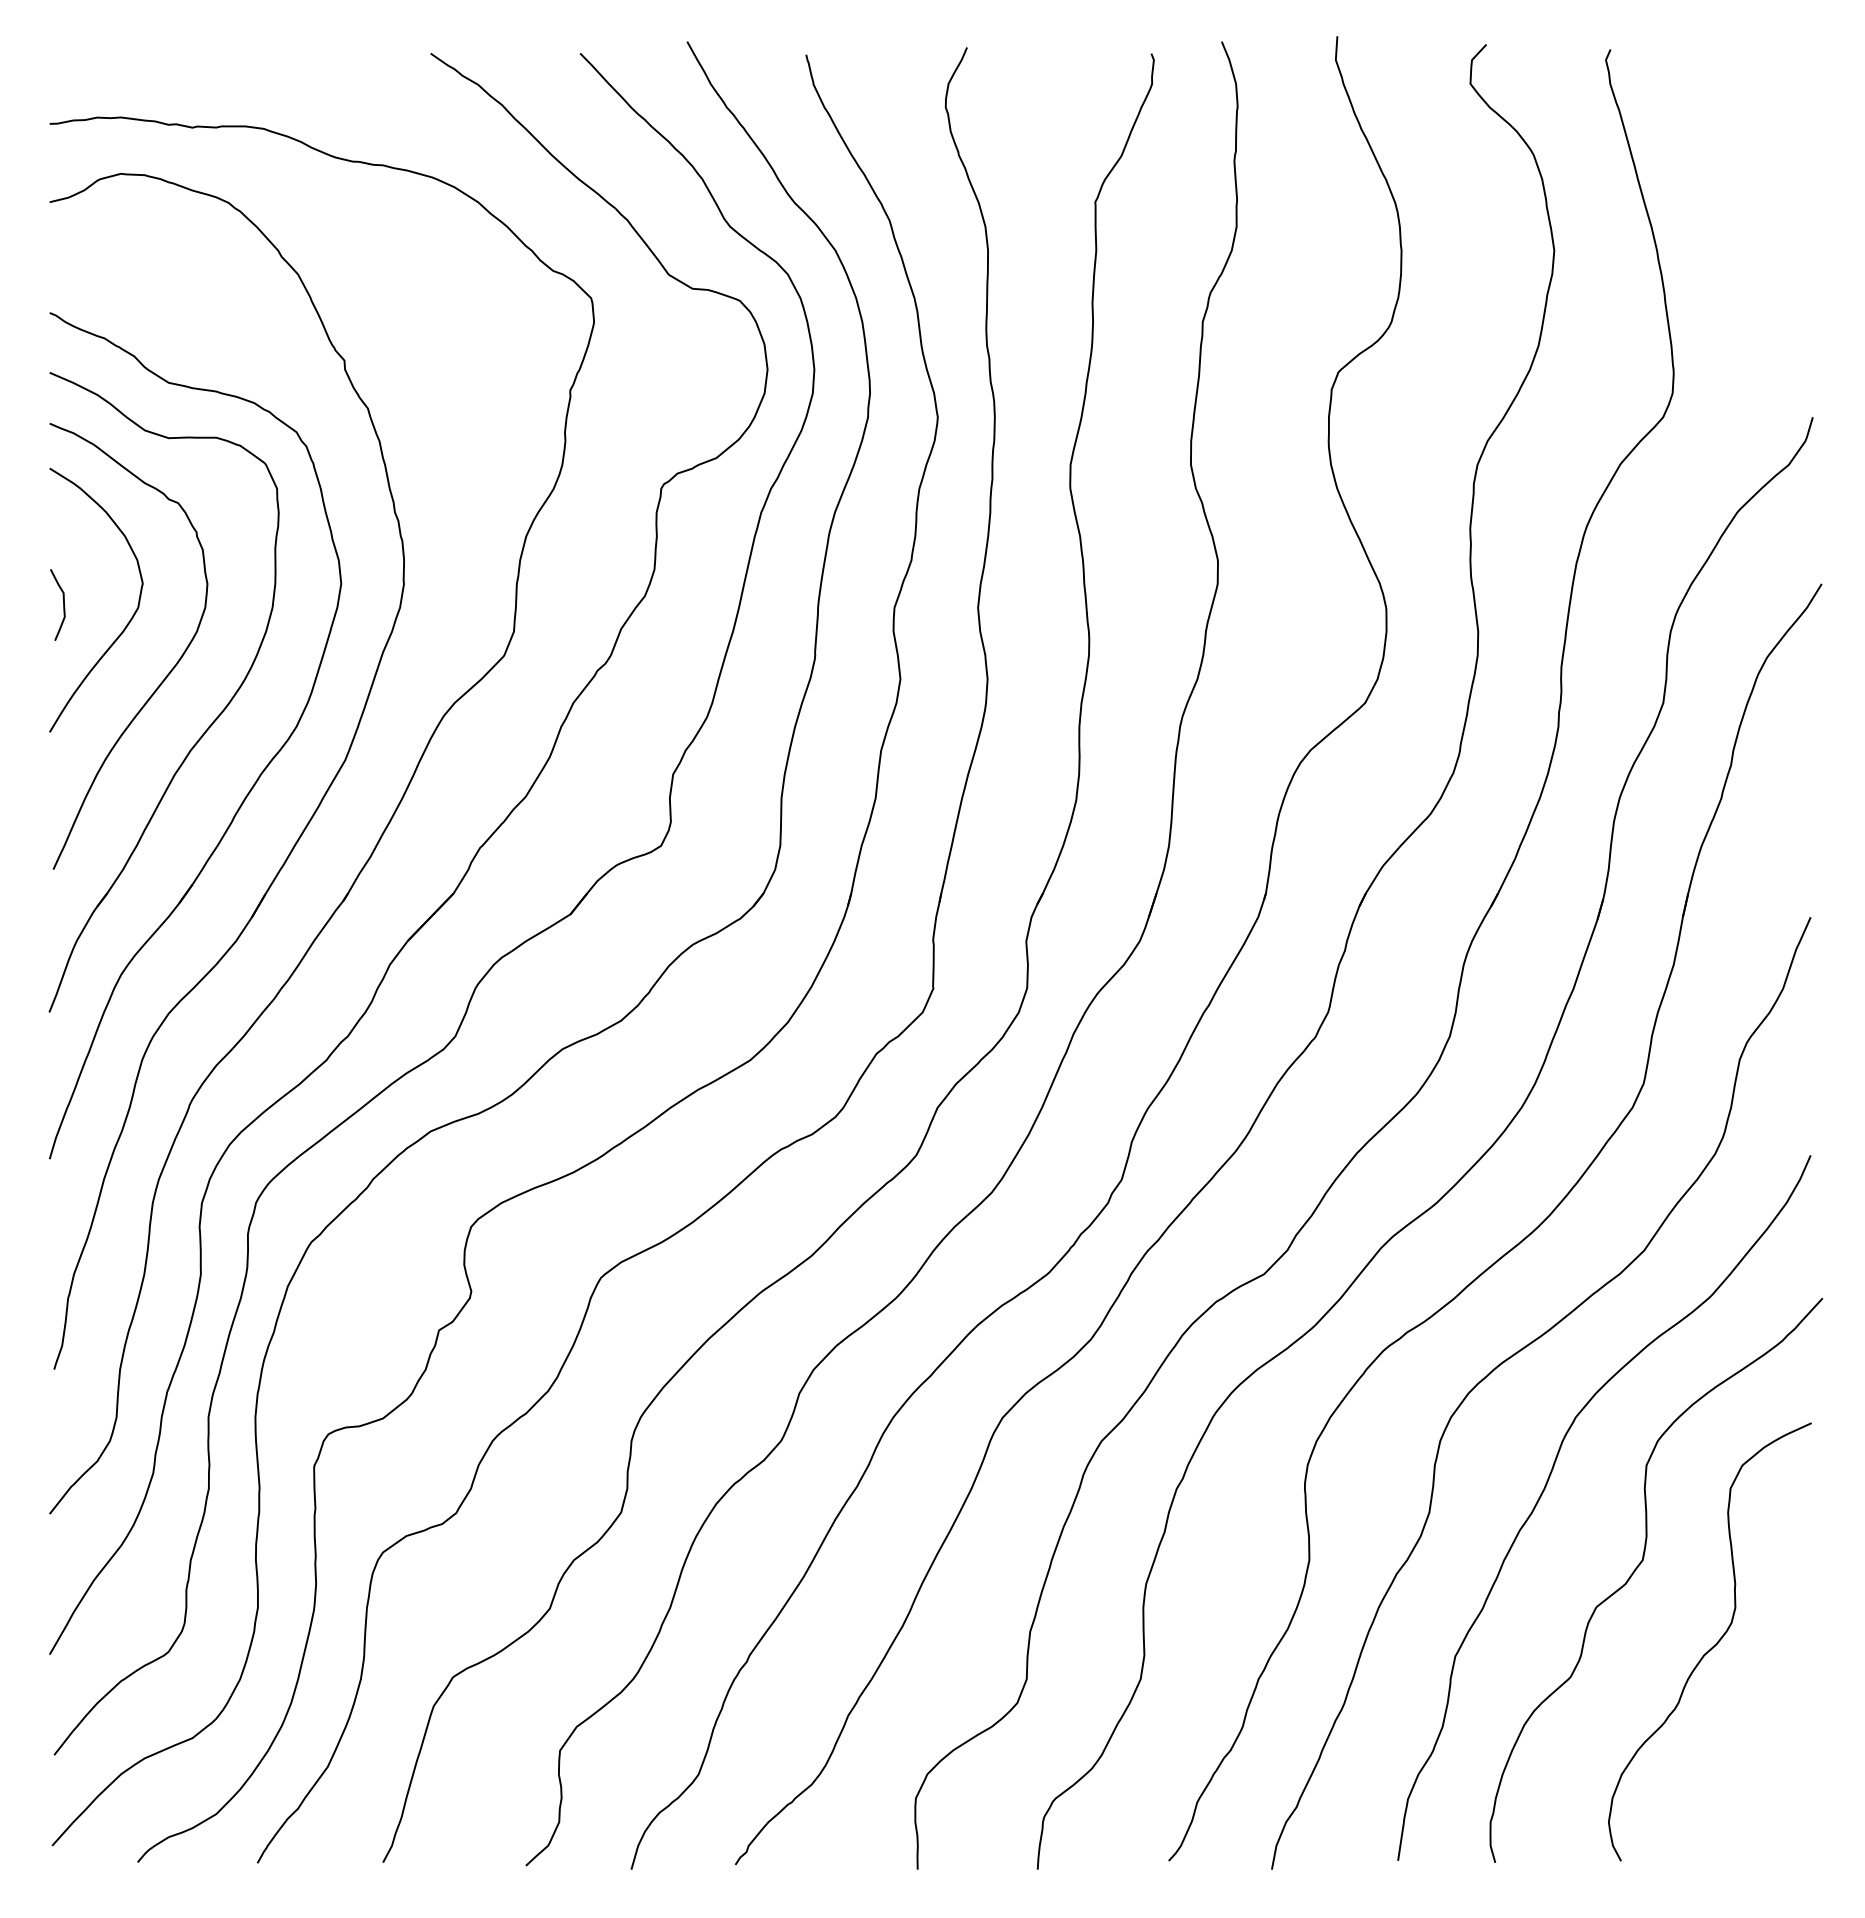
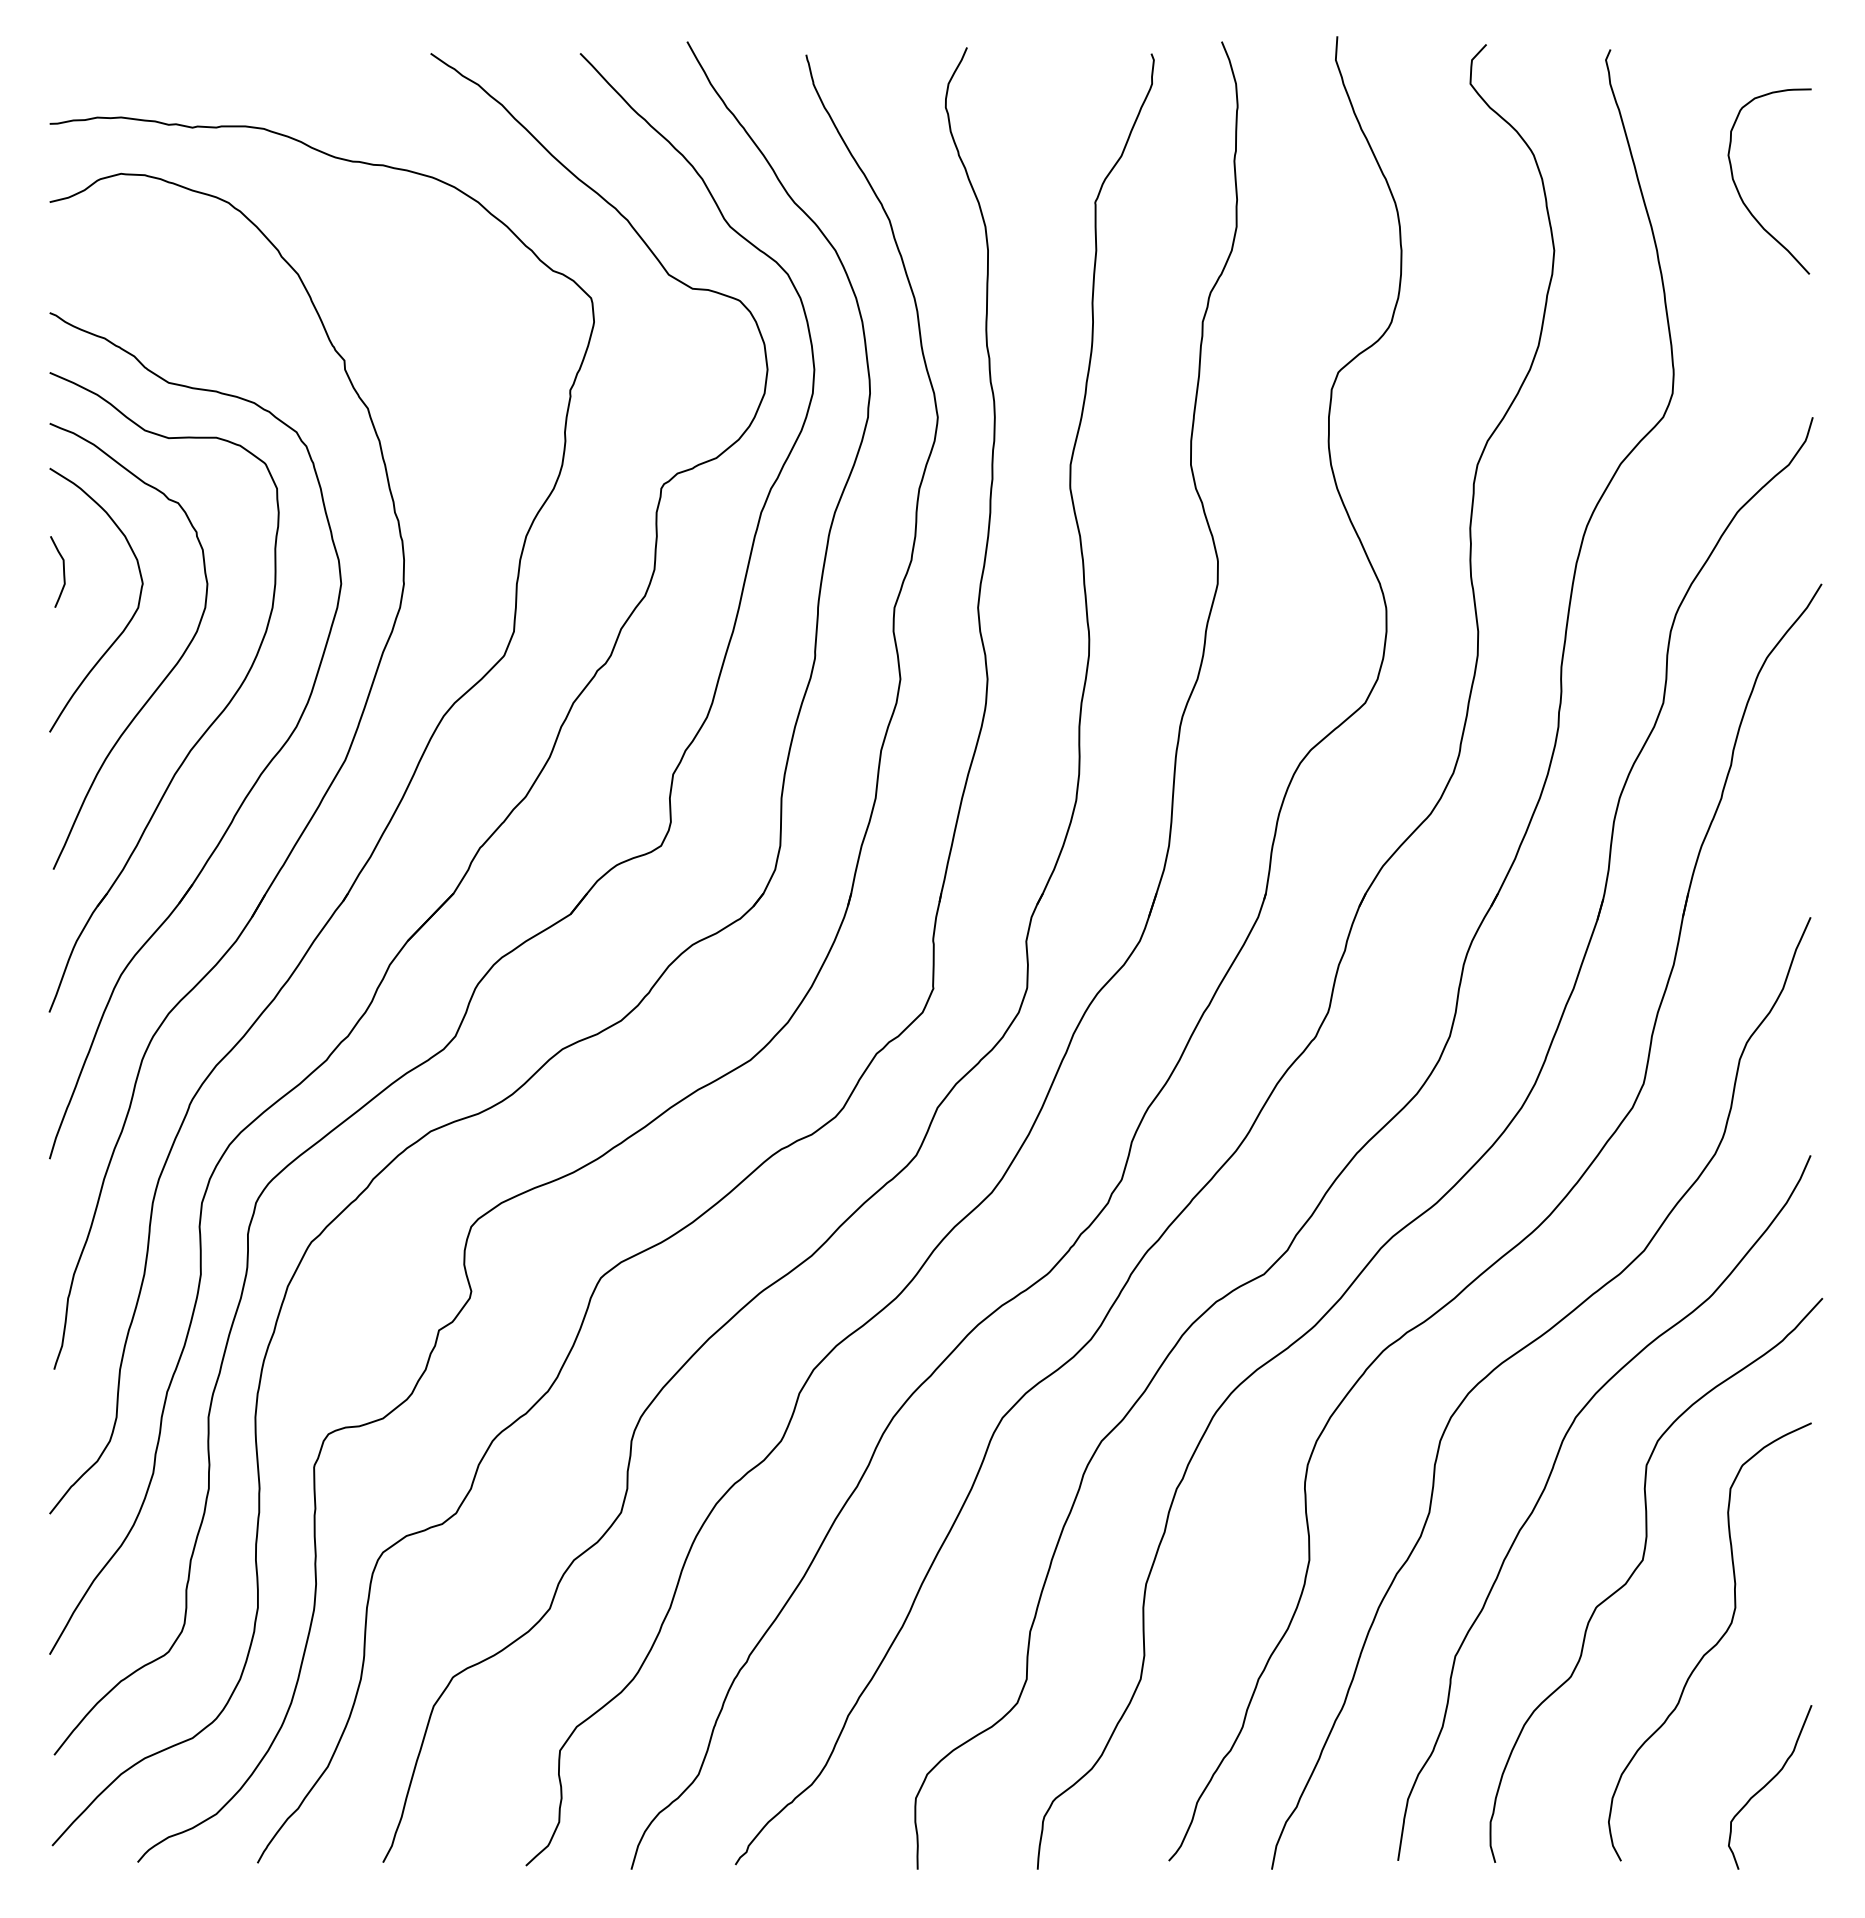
curve at (1739, 191): none -> present
curve at (63, 604) position: (63, 604) -> (63, 571)
curve at (1768, 1784): none -> present
